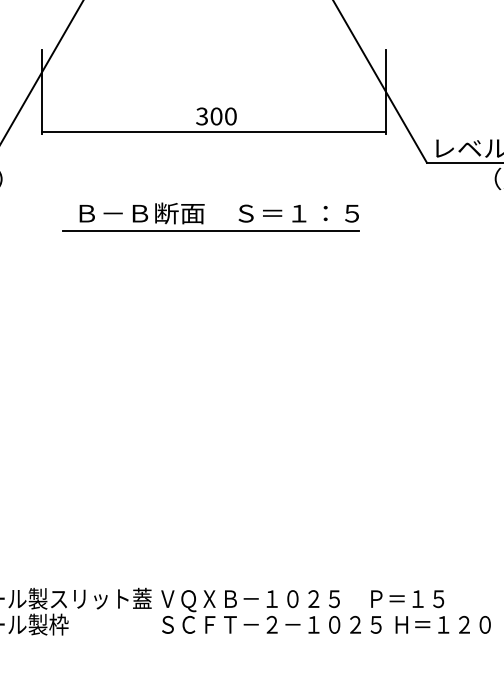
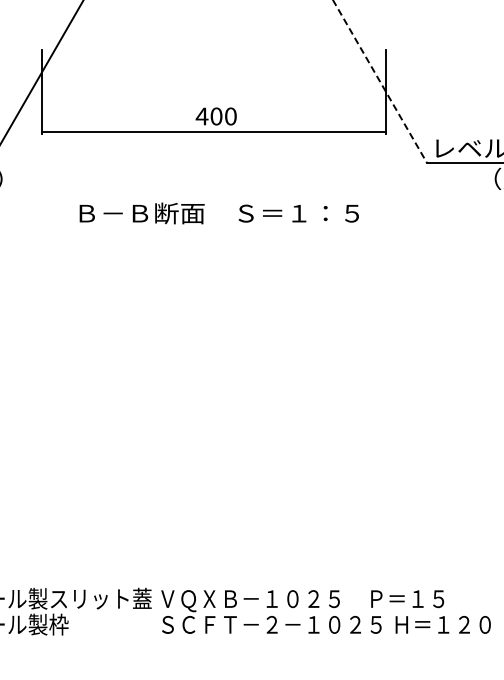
line at (380, 81): solid -> dashed
text at (201, 116): 300 -> 400
line at (211, 231): present -> none
